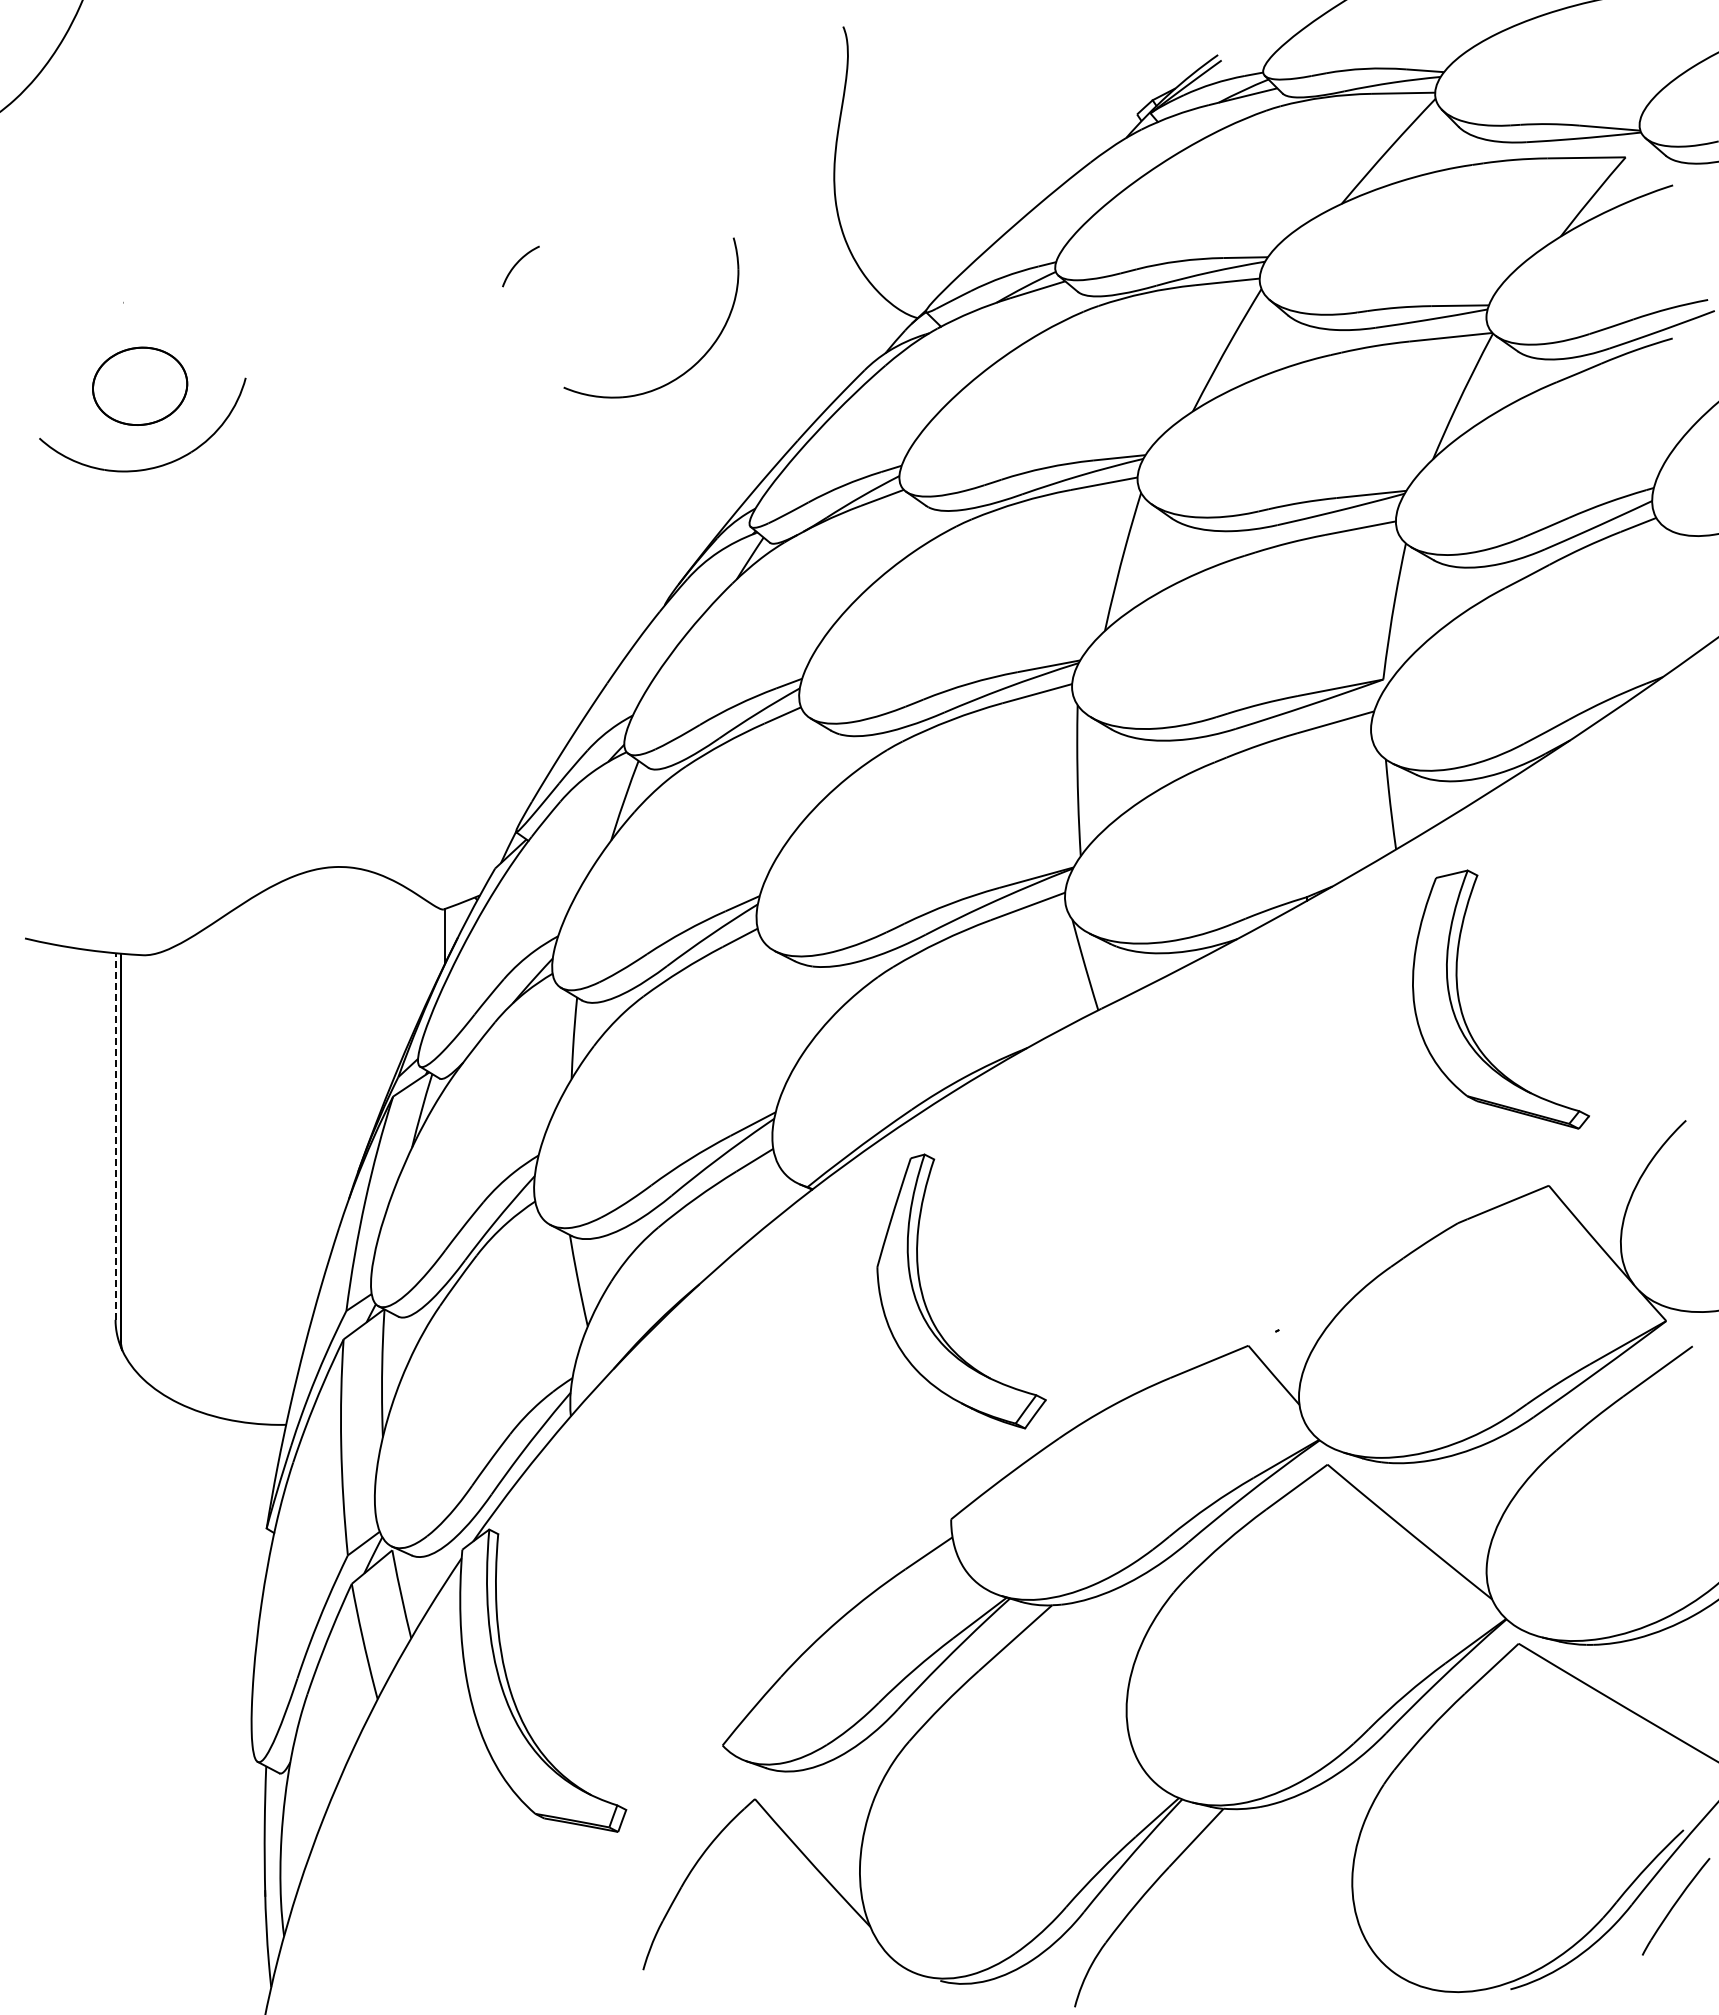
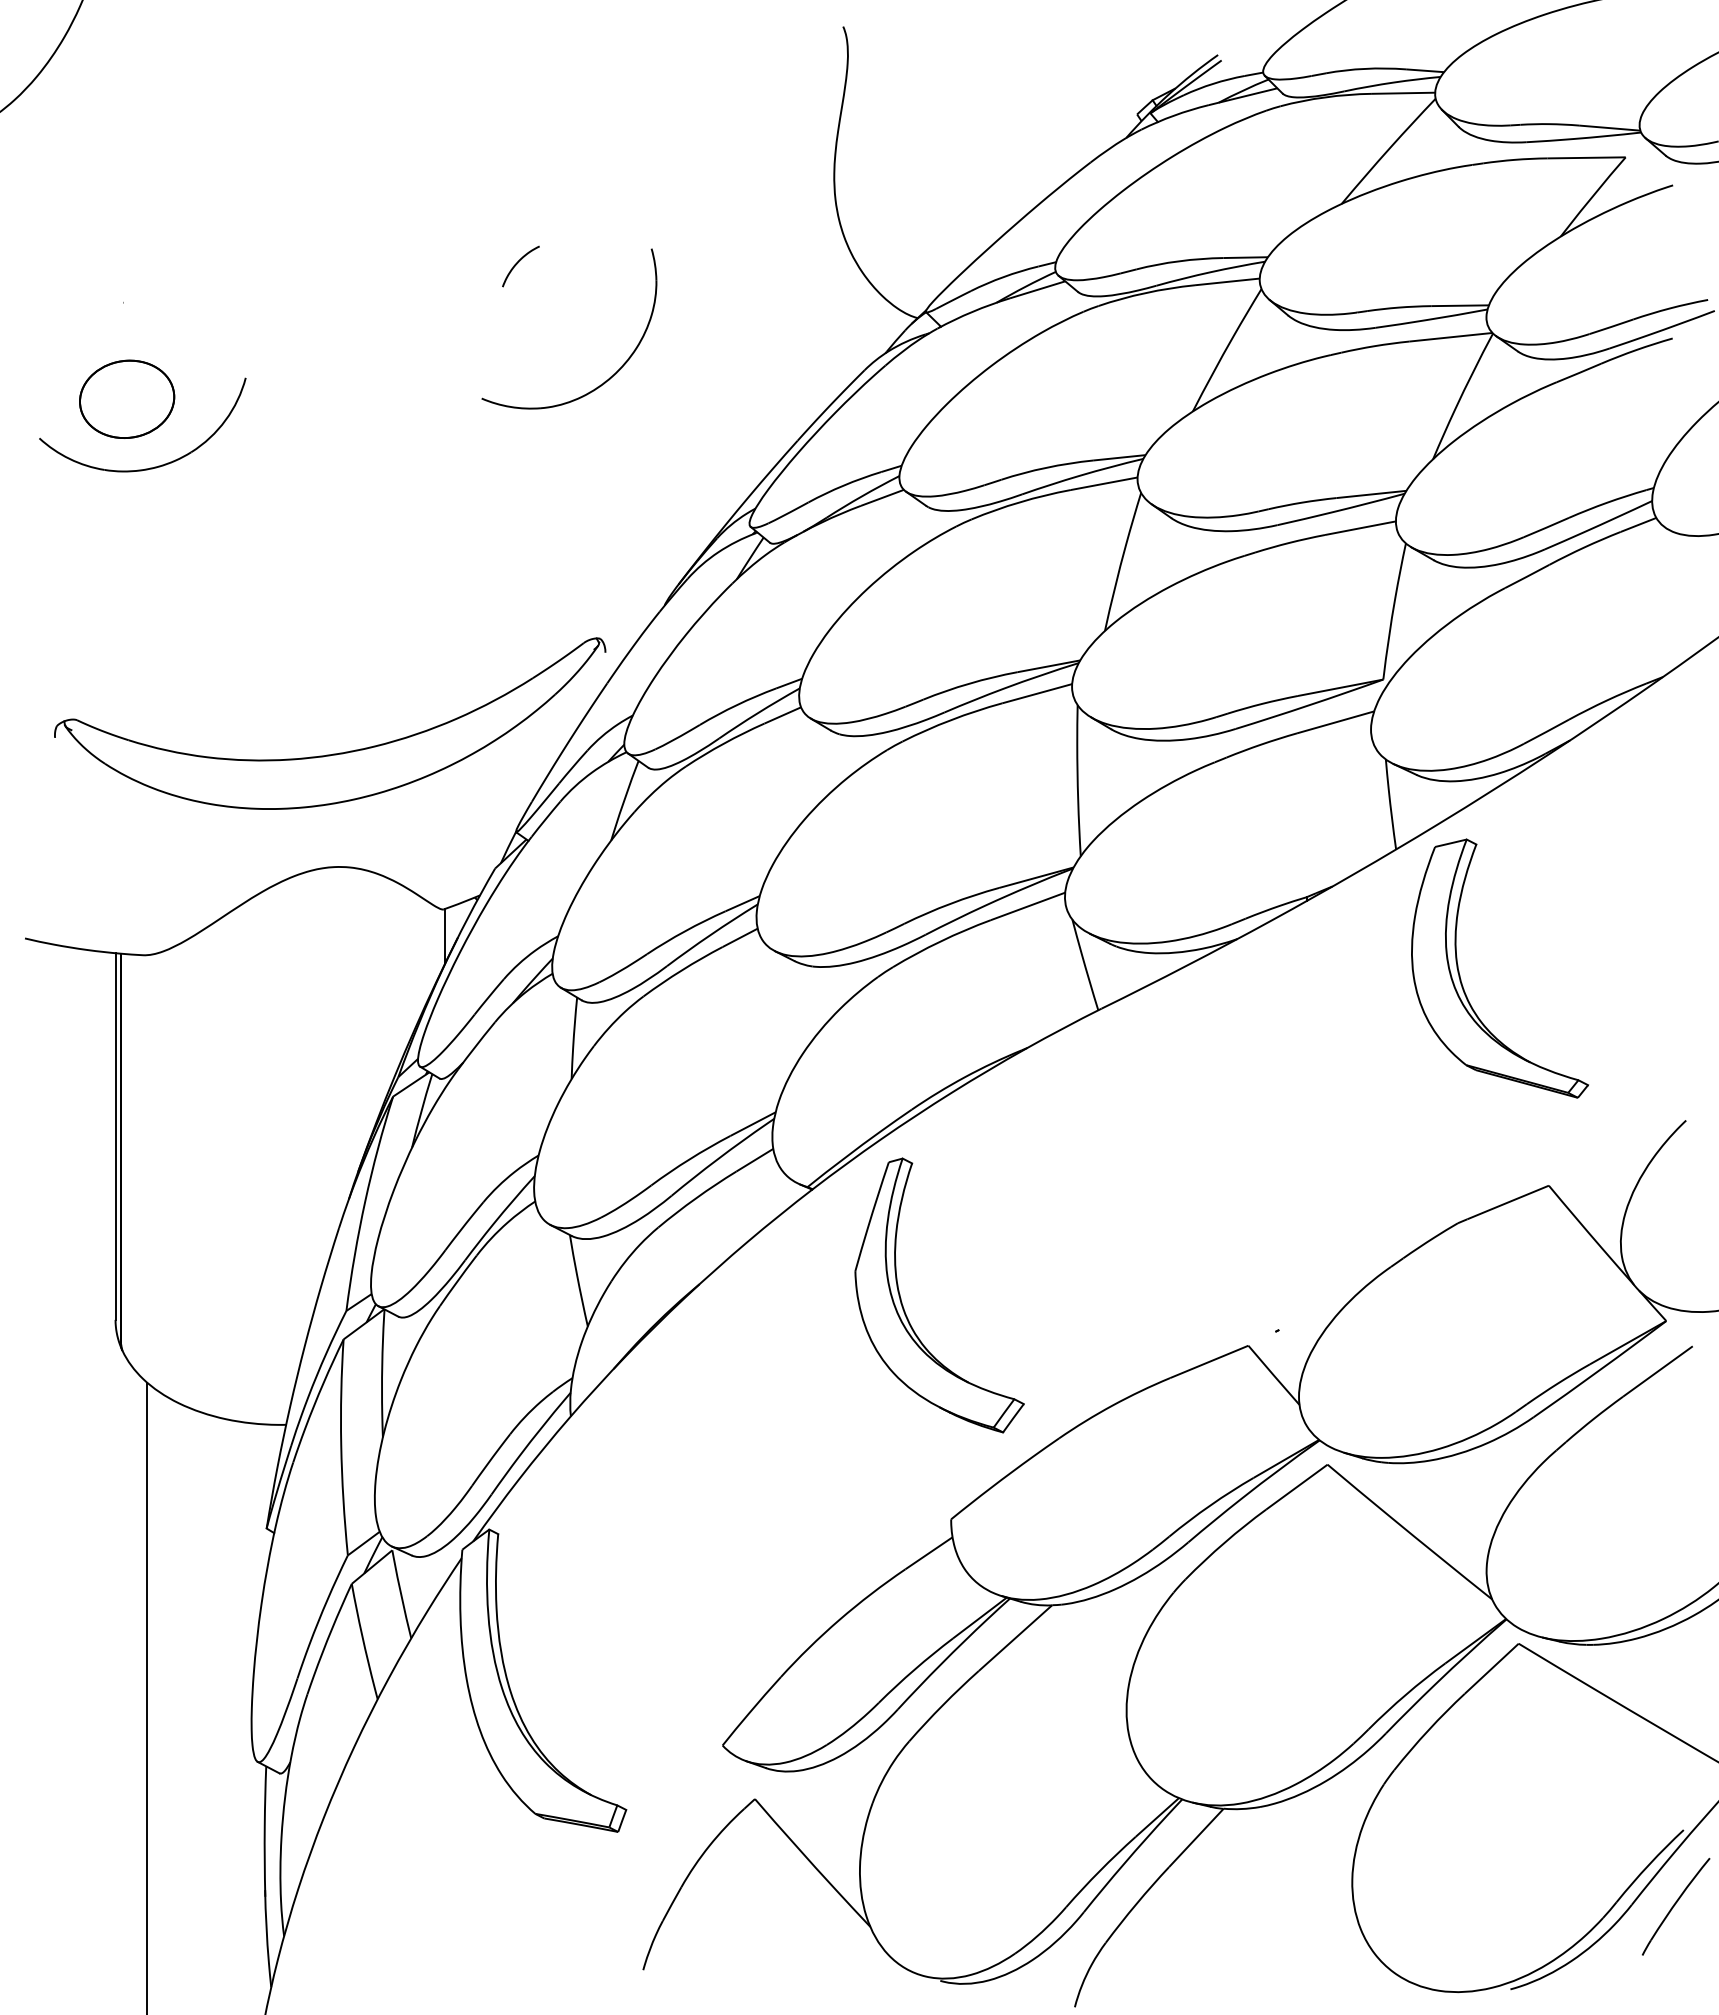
part at (692, 365) position: (692, 365) -> (610, 376)
part at (140, 385) position: (140, 385) -> (127, 398)
part at (333, 753): none -> present
part at (1462, 1010) position: (1462, 1010) -> (1461, 979)
line at (115, 1136): dashed -> solid
part at (926, 1304) position: (926, 1304) -> (904, 1308)
line at (147, 1696): none -> present
